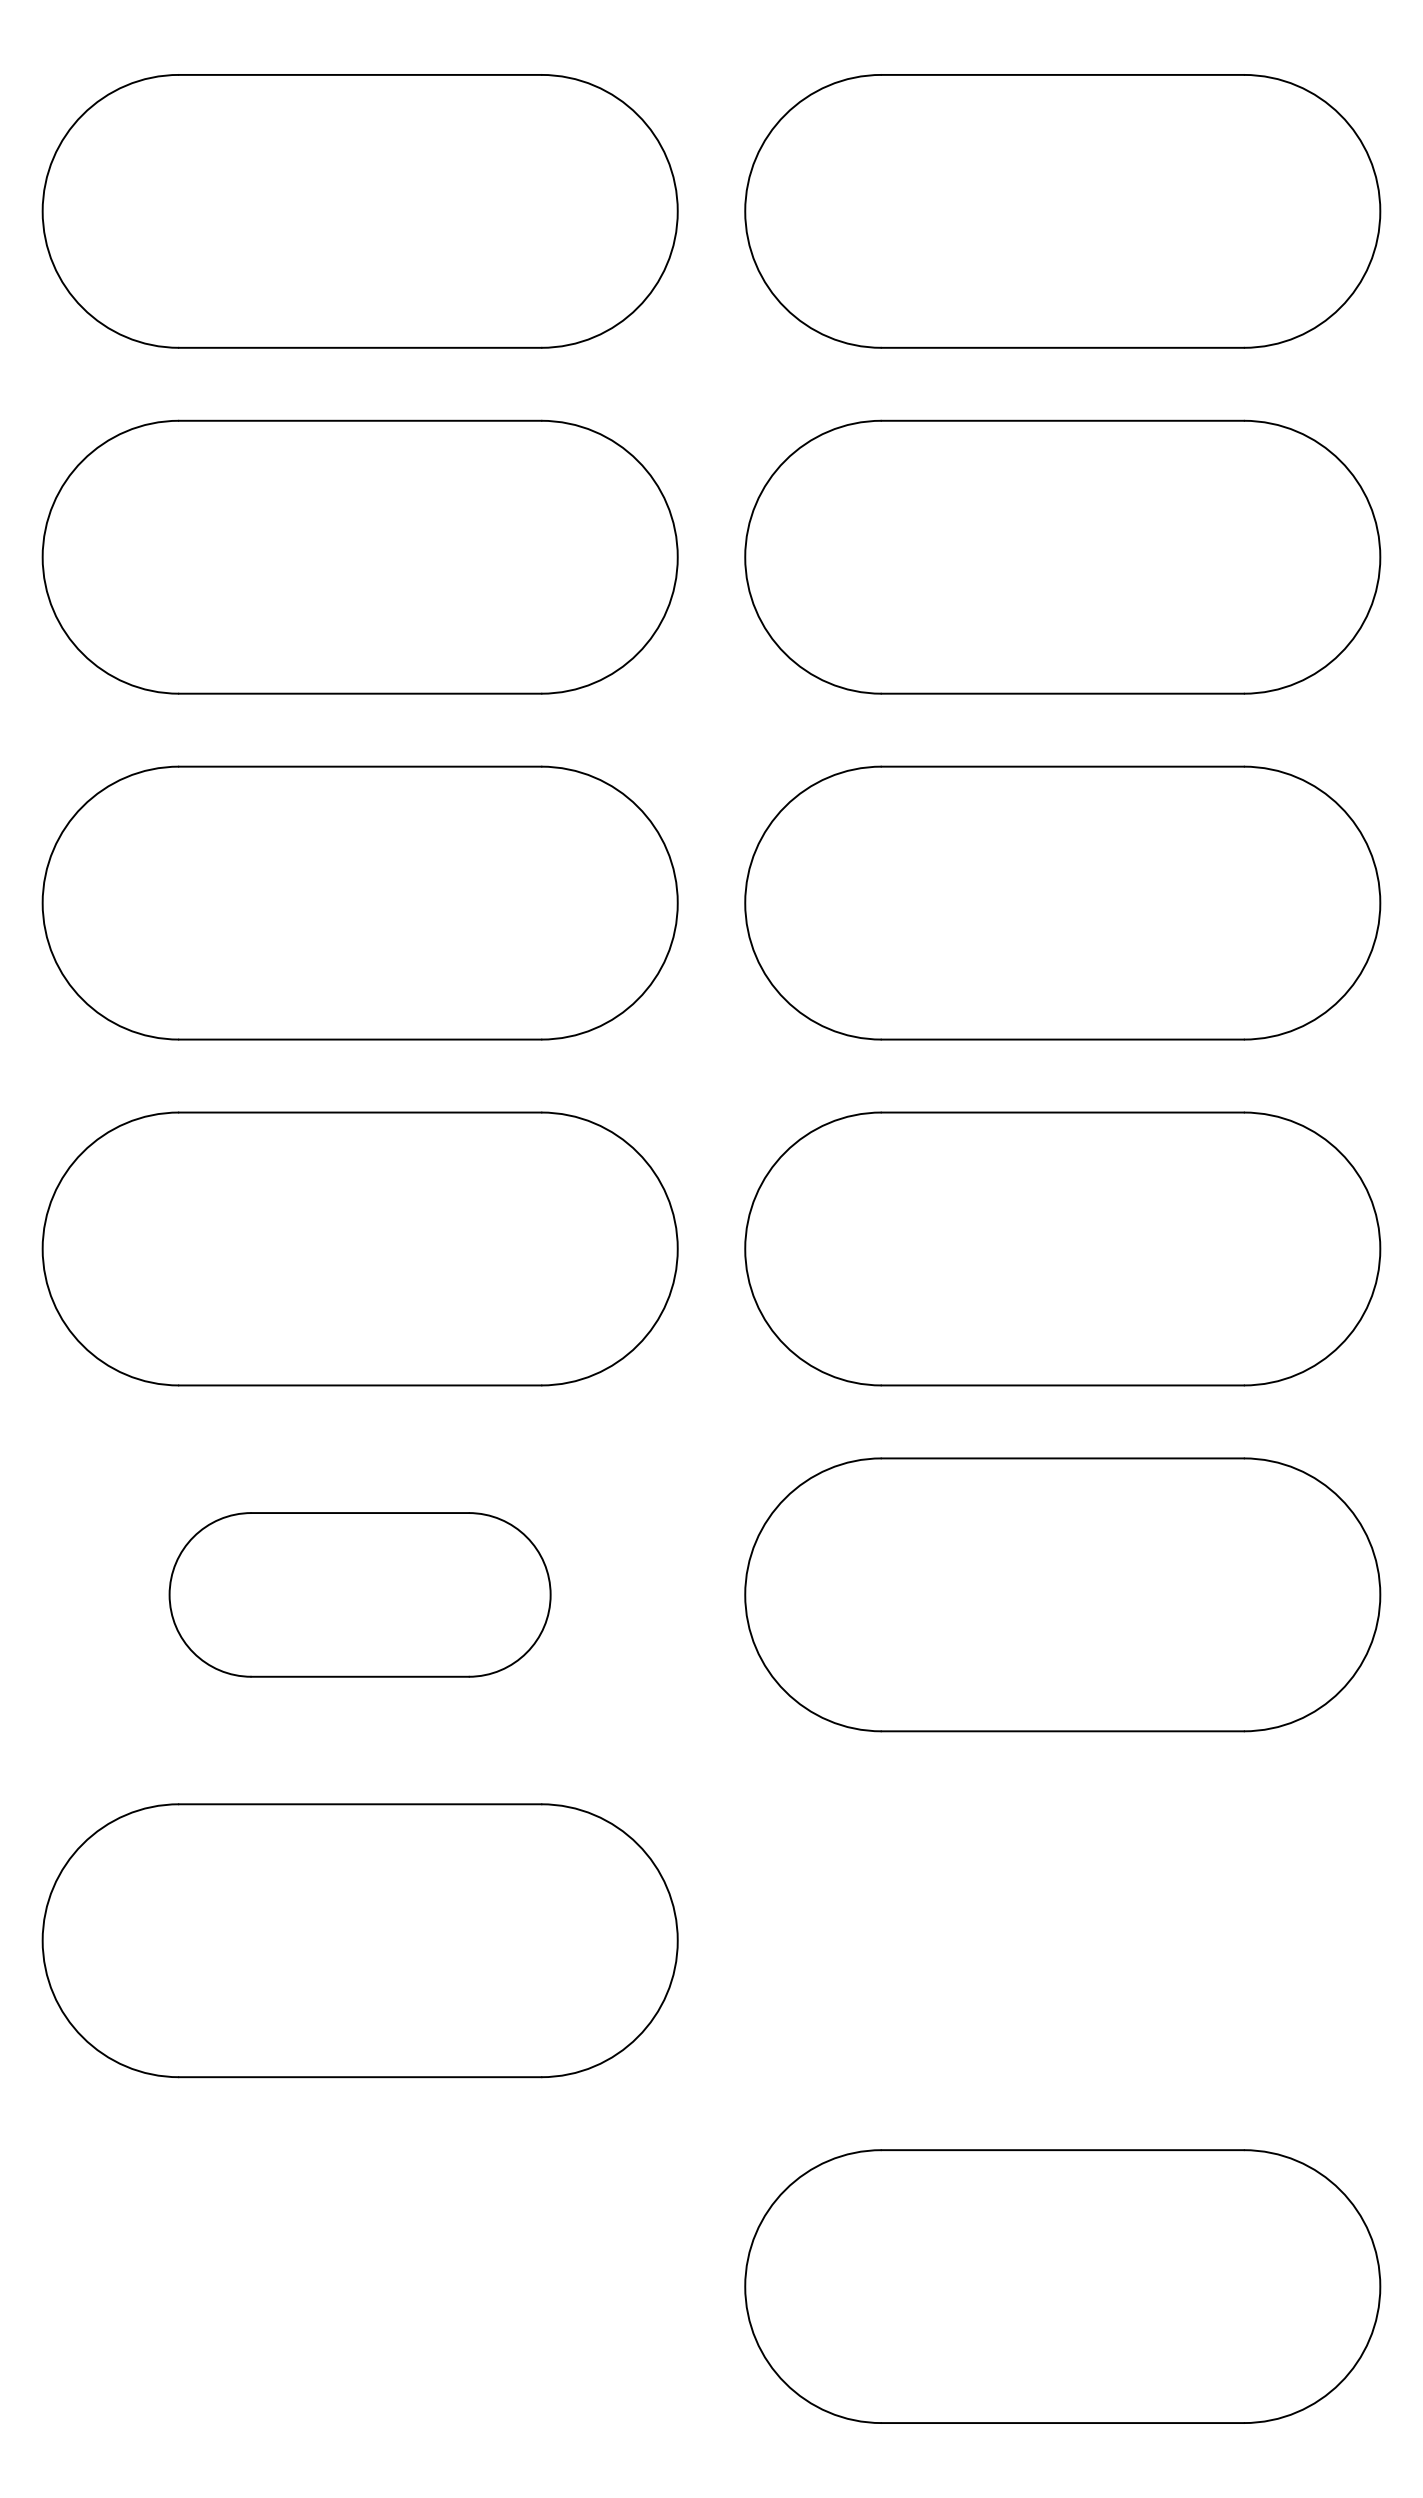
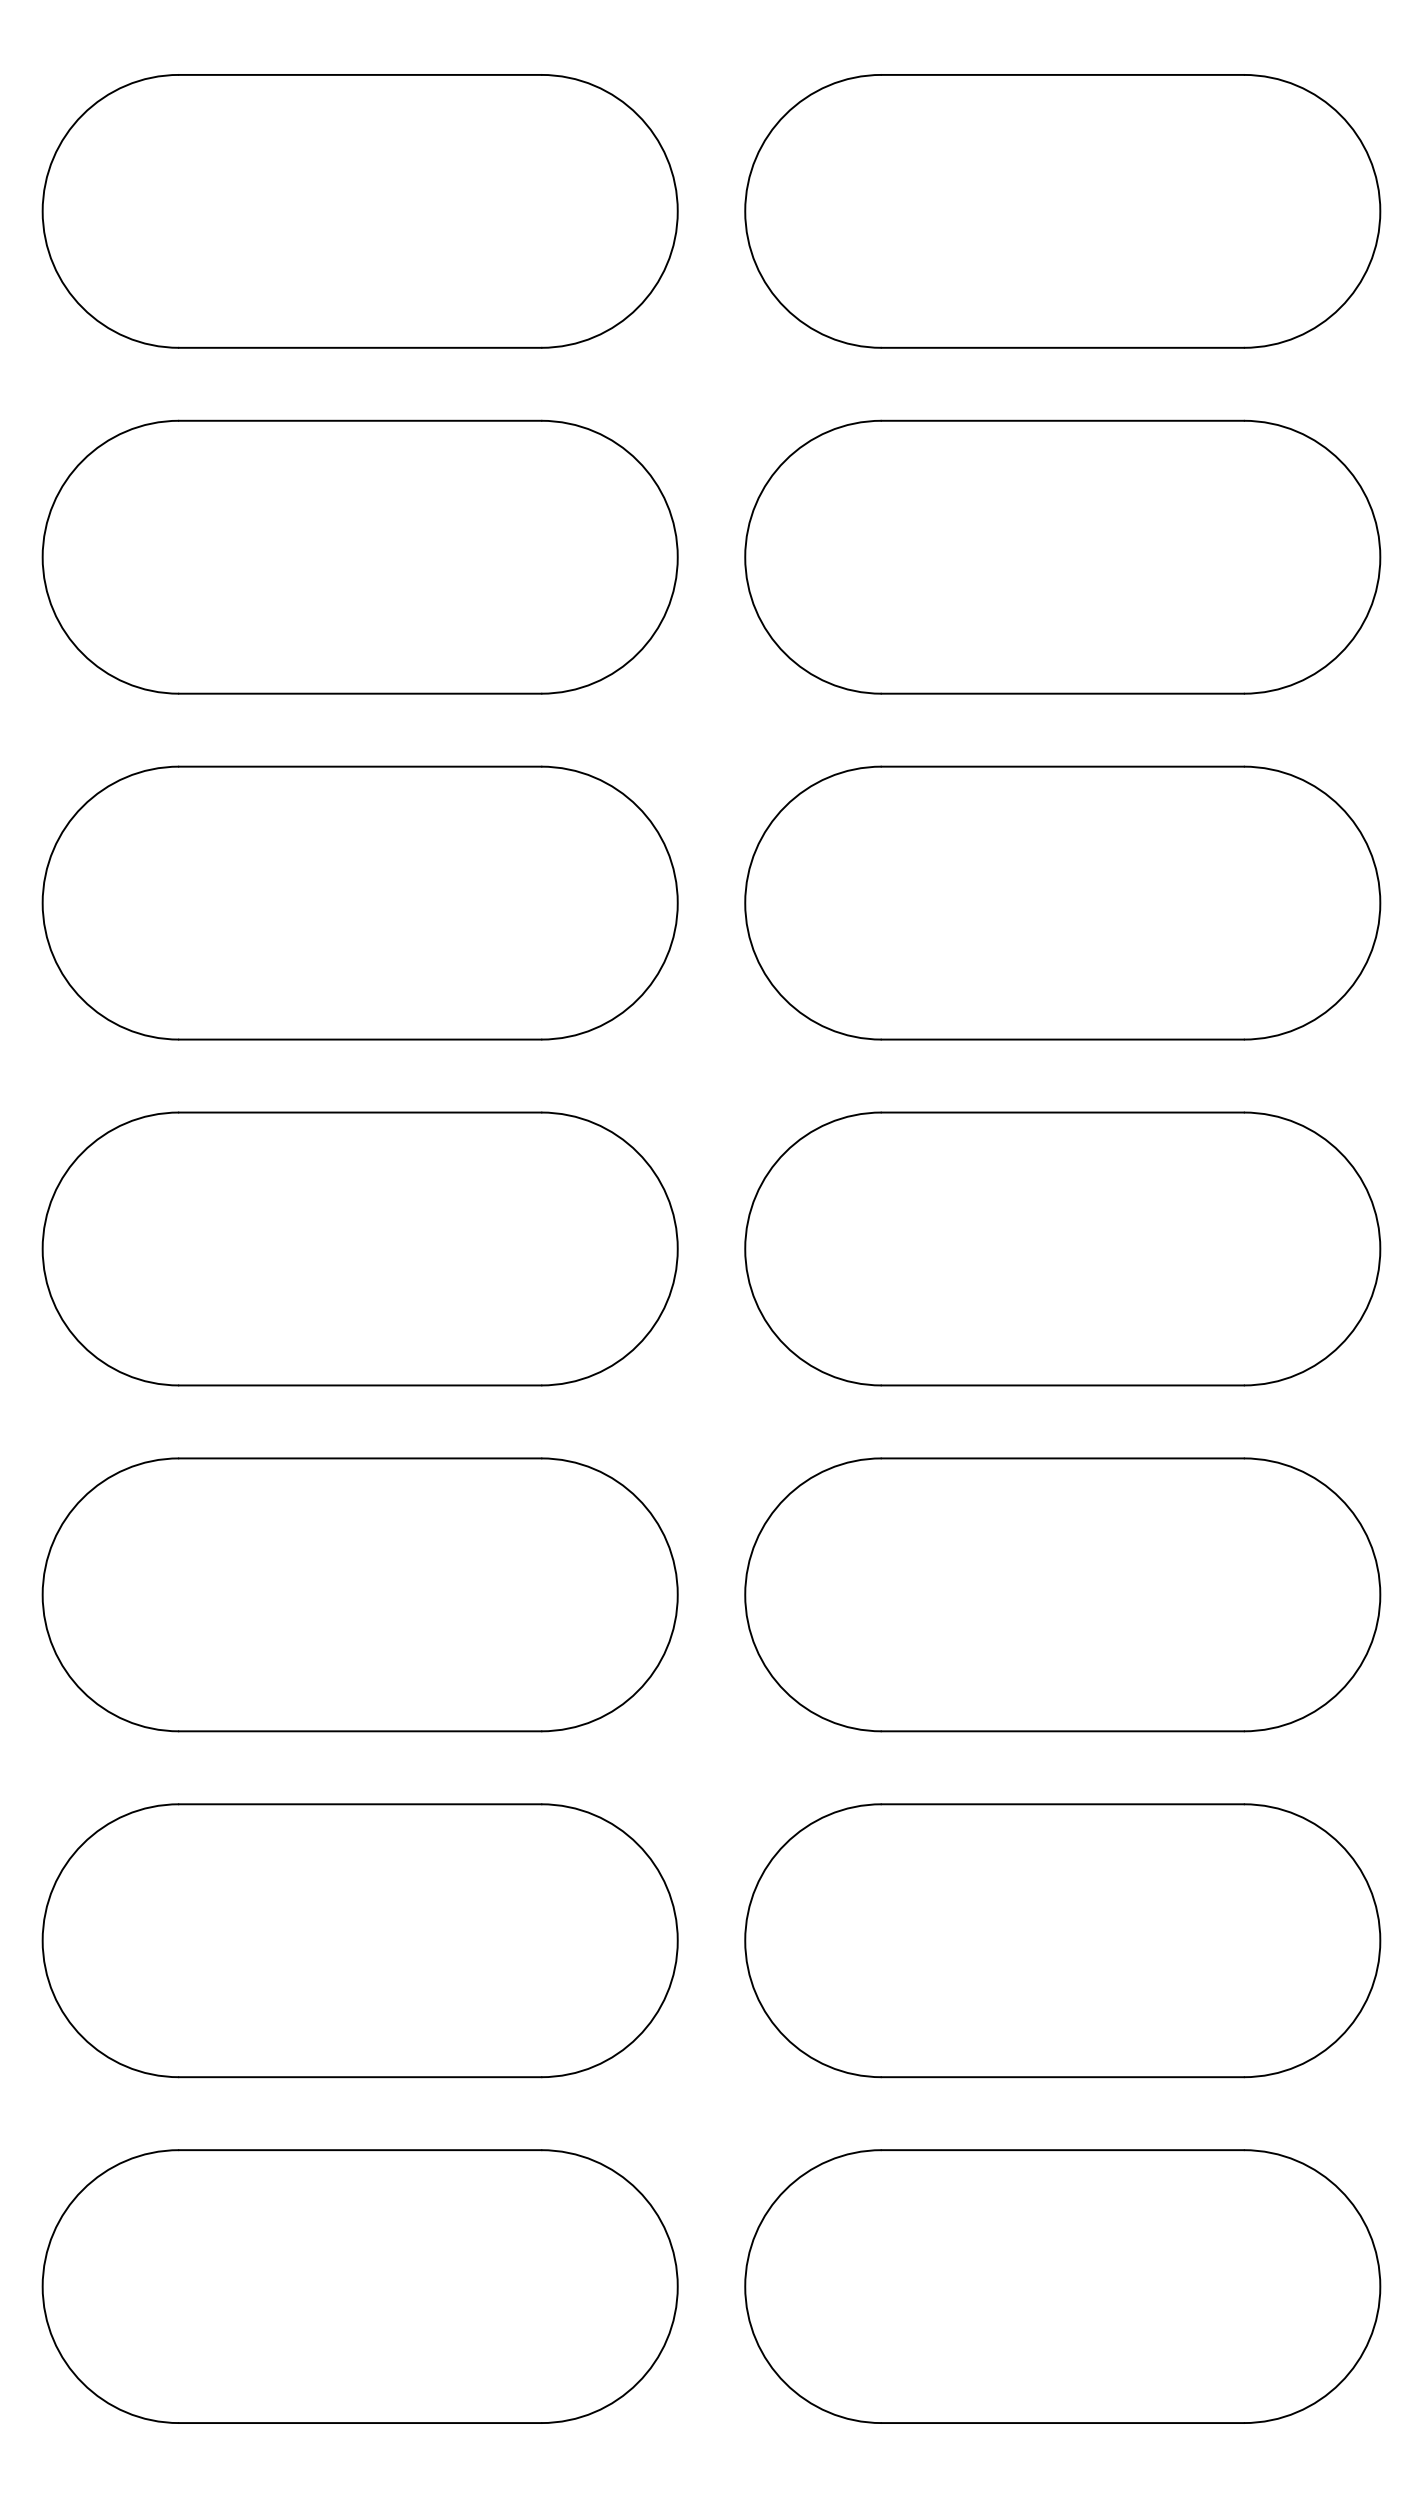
part at (359, 1594) size: 384x166 px -> 638x276 px
part at (1062, 1940): none -> present
part at (359, 2286): none -> present
